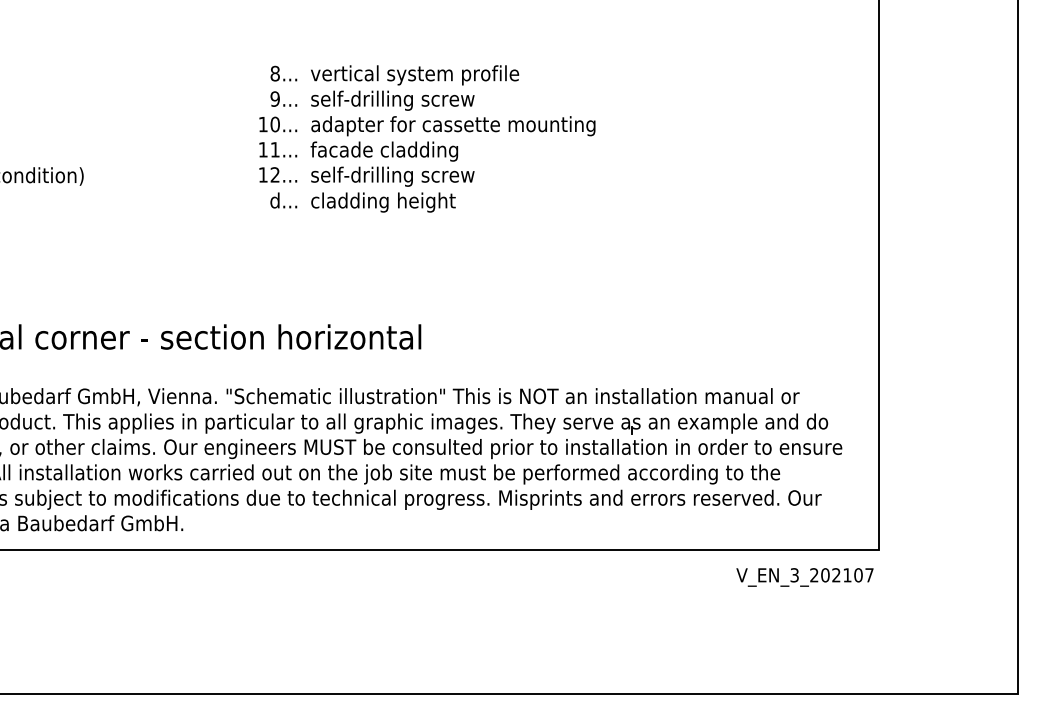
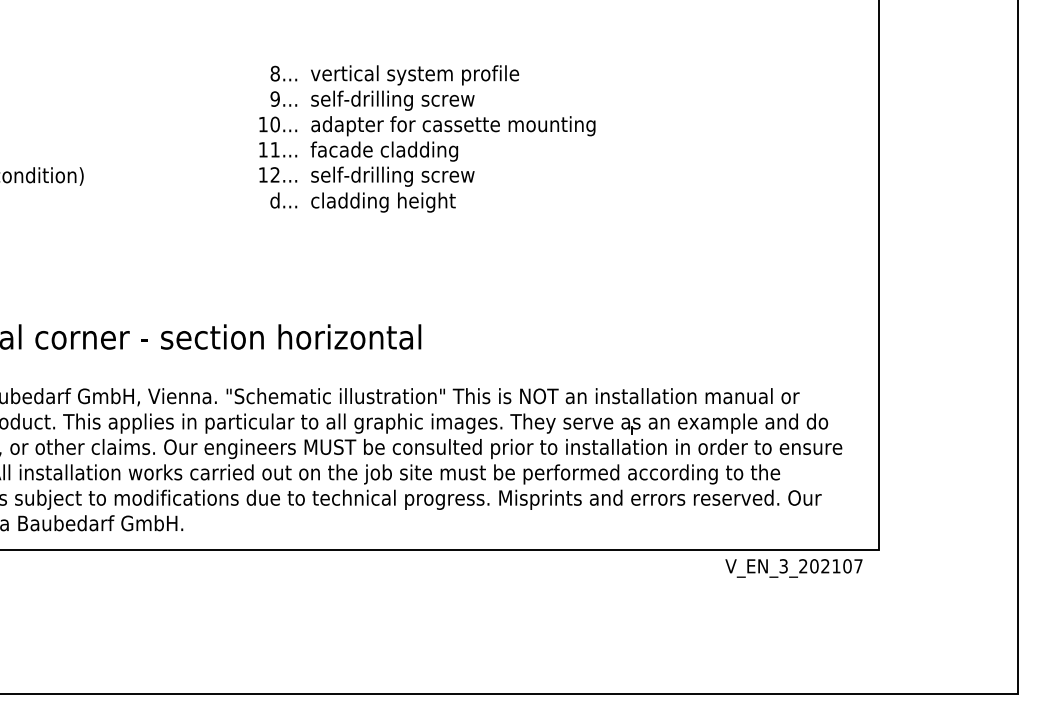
text at (804, 577) position: (804, 577) -> (793, 568)
